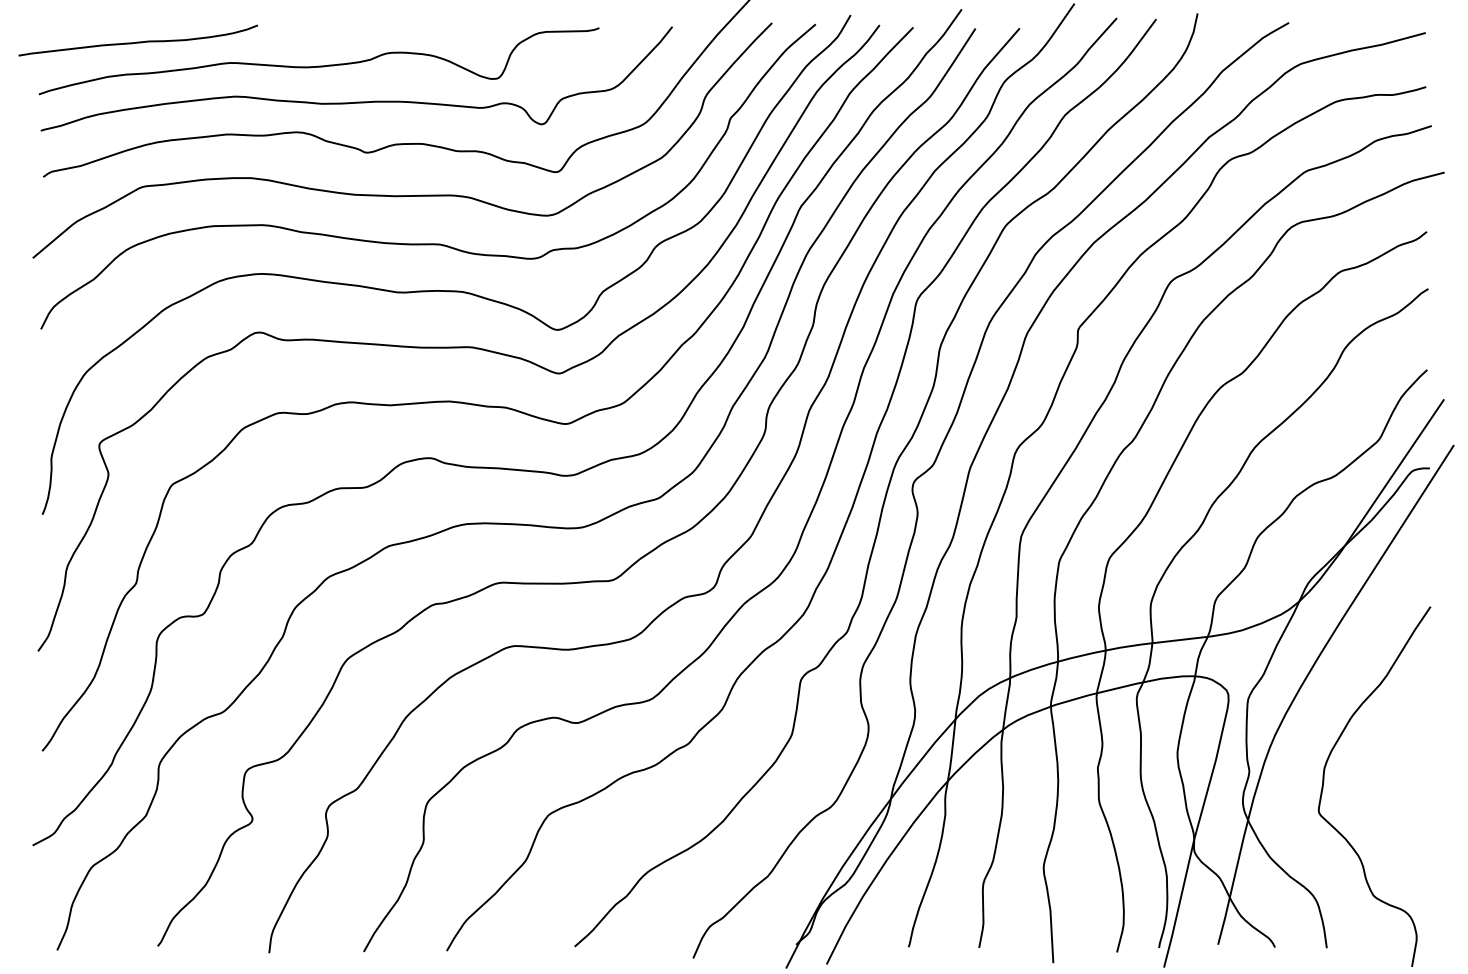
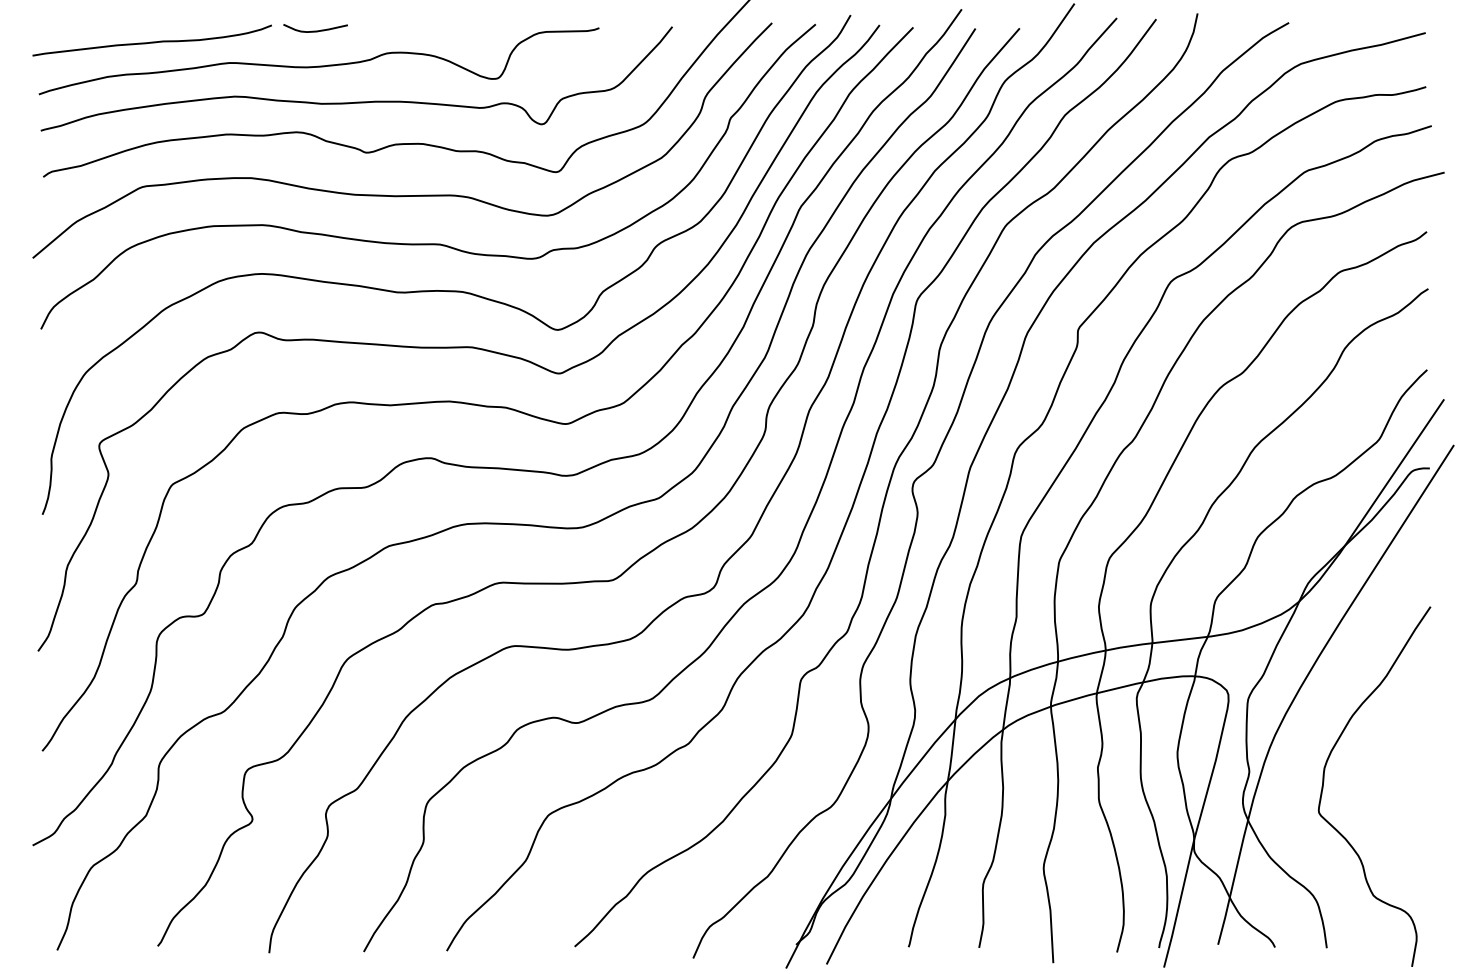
curve at (315, 30): none -> present
curve at (137, 41) position: (137, 41) -> (151, 41)
